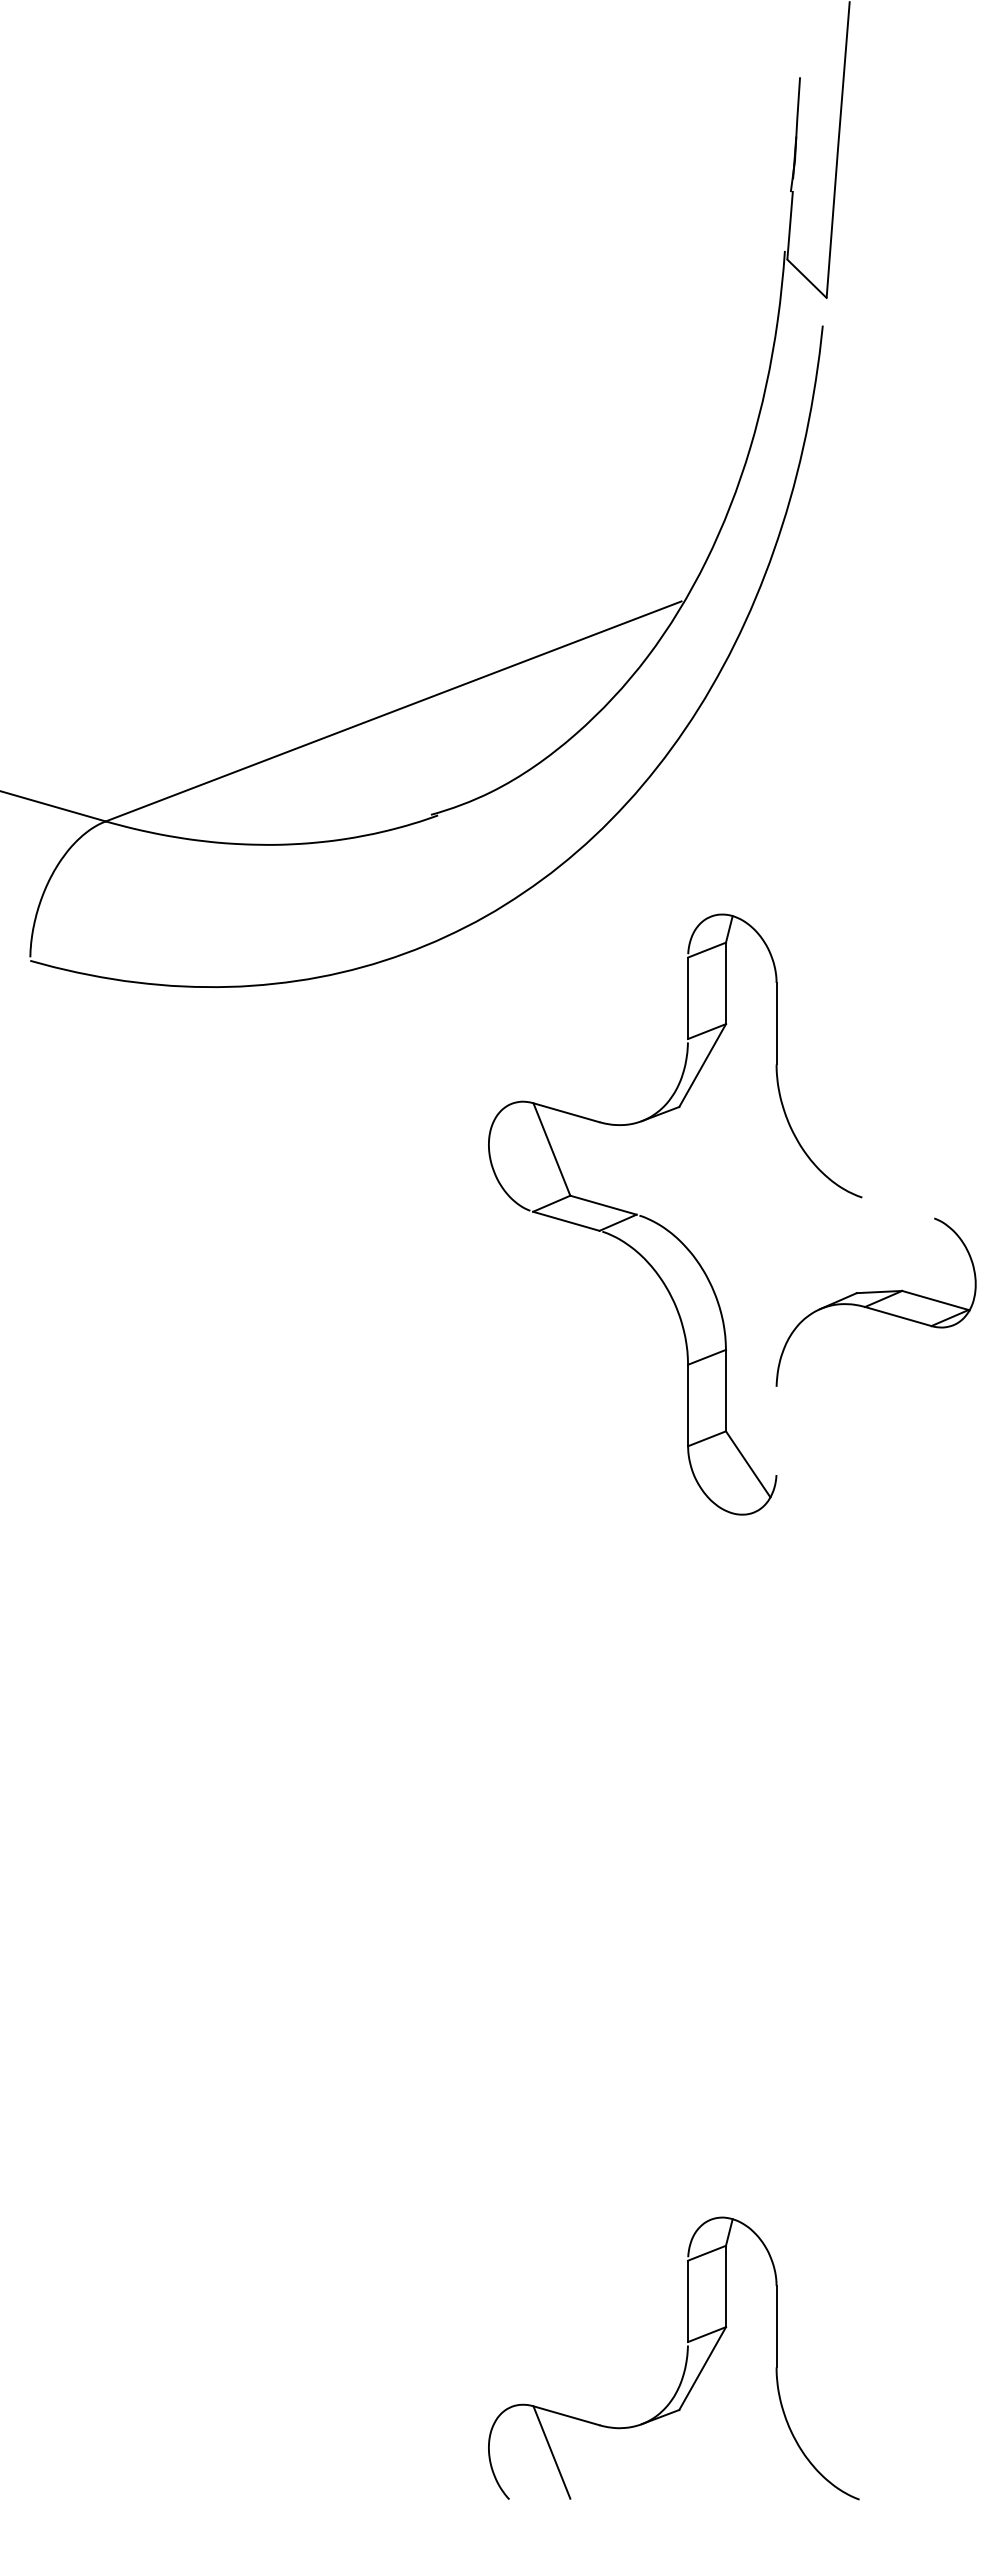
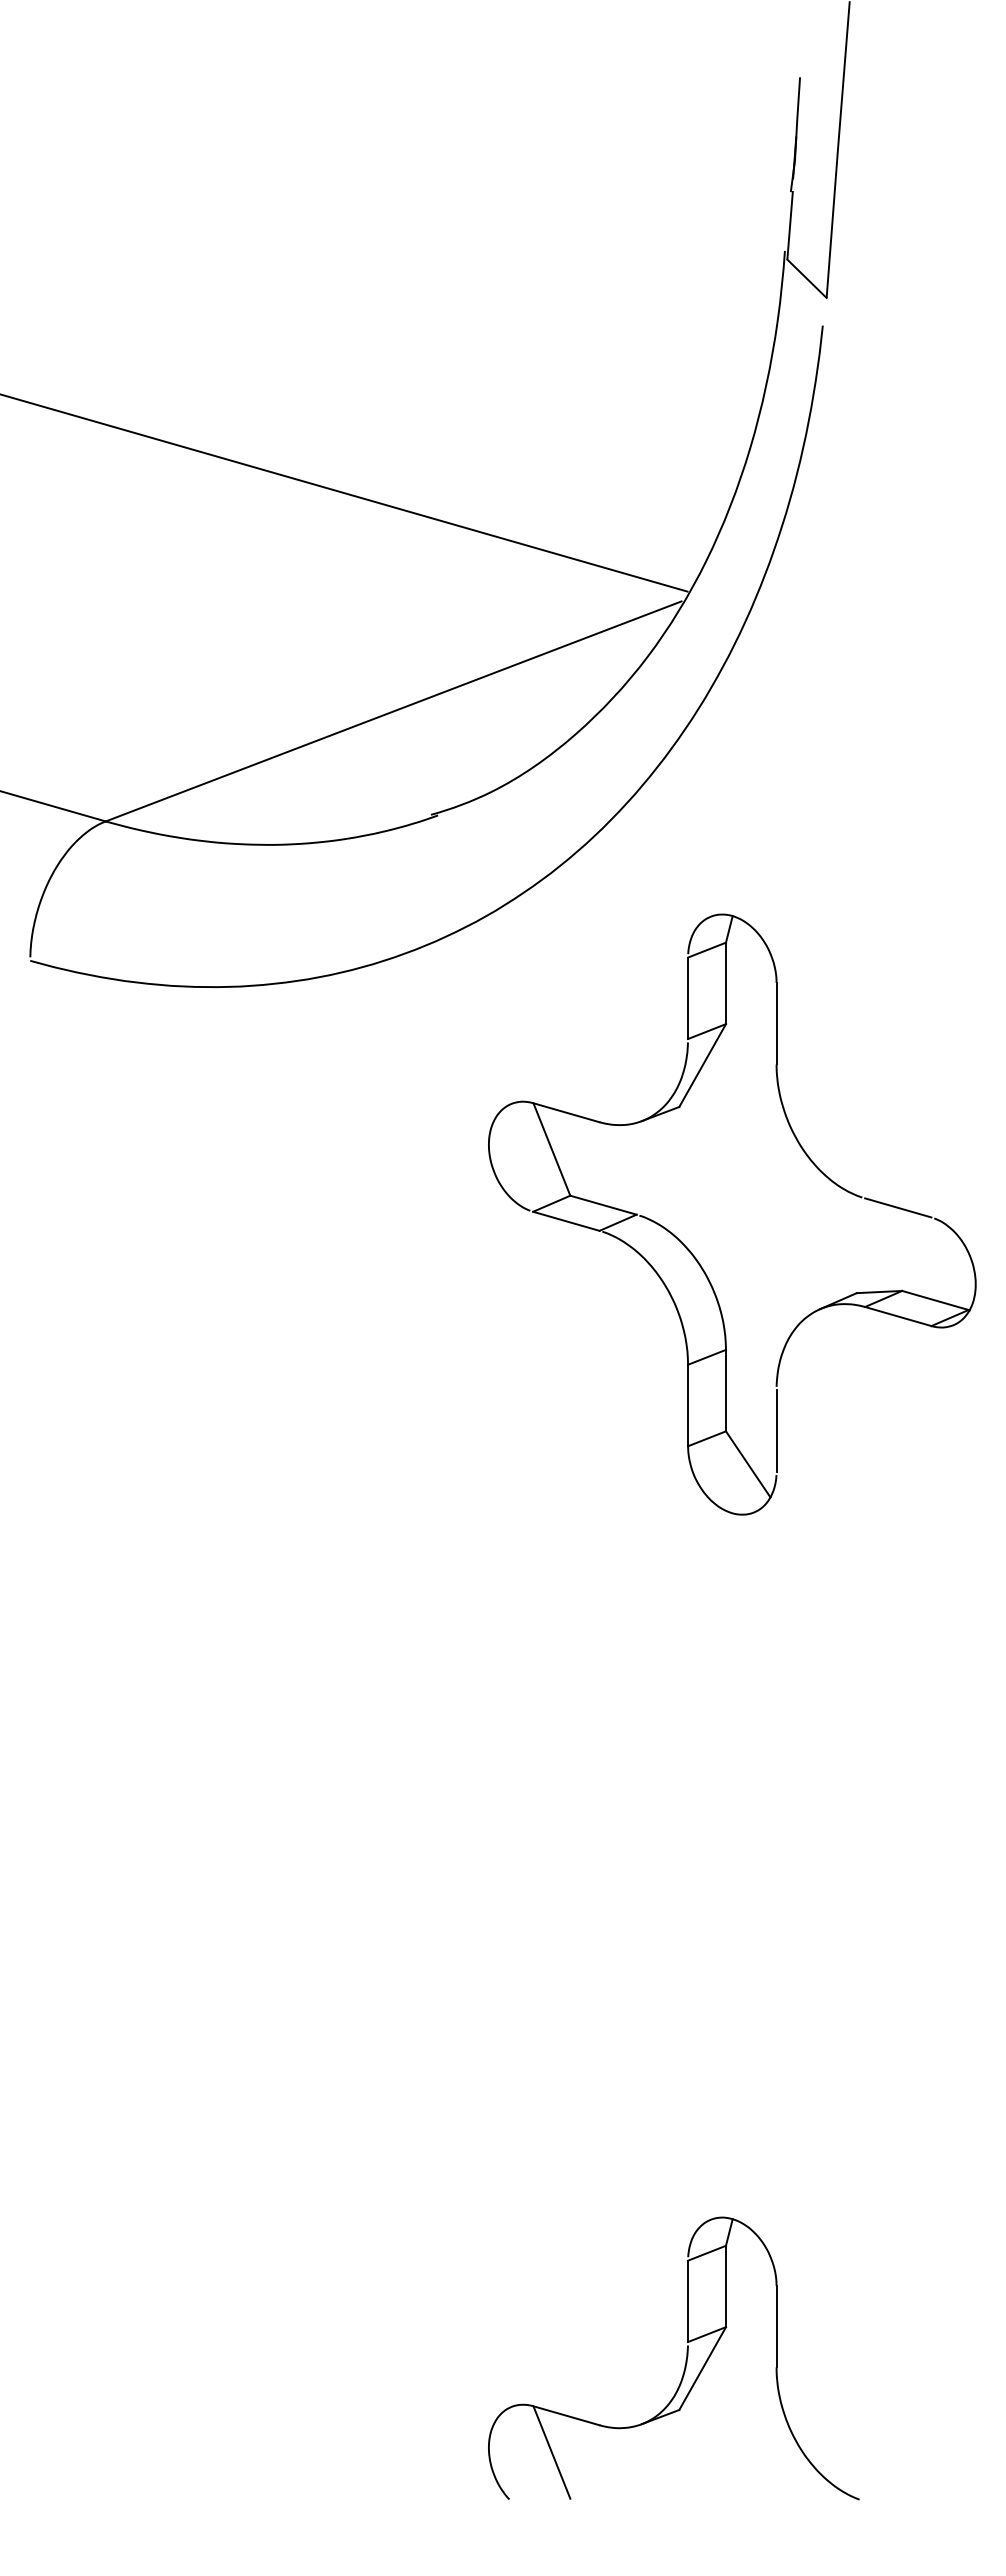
line at (344, 493): none -> present
line at (898, 1207): none -> present
line at (776, 1430): none -> present
